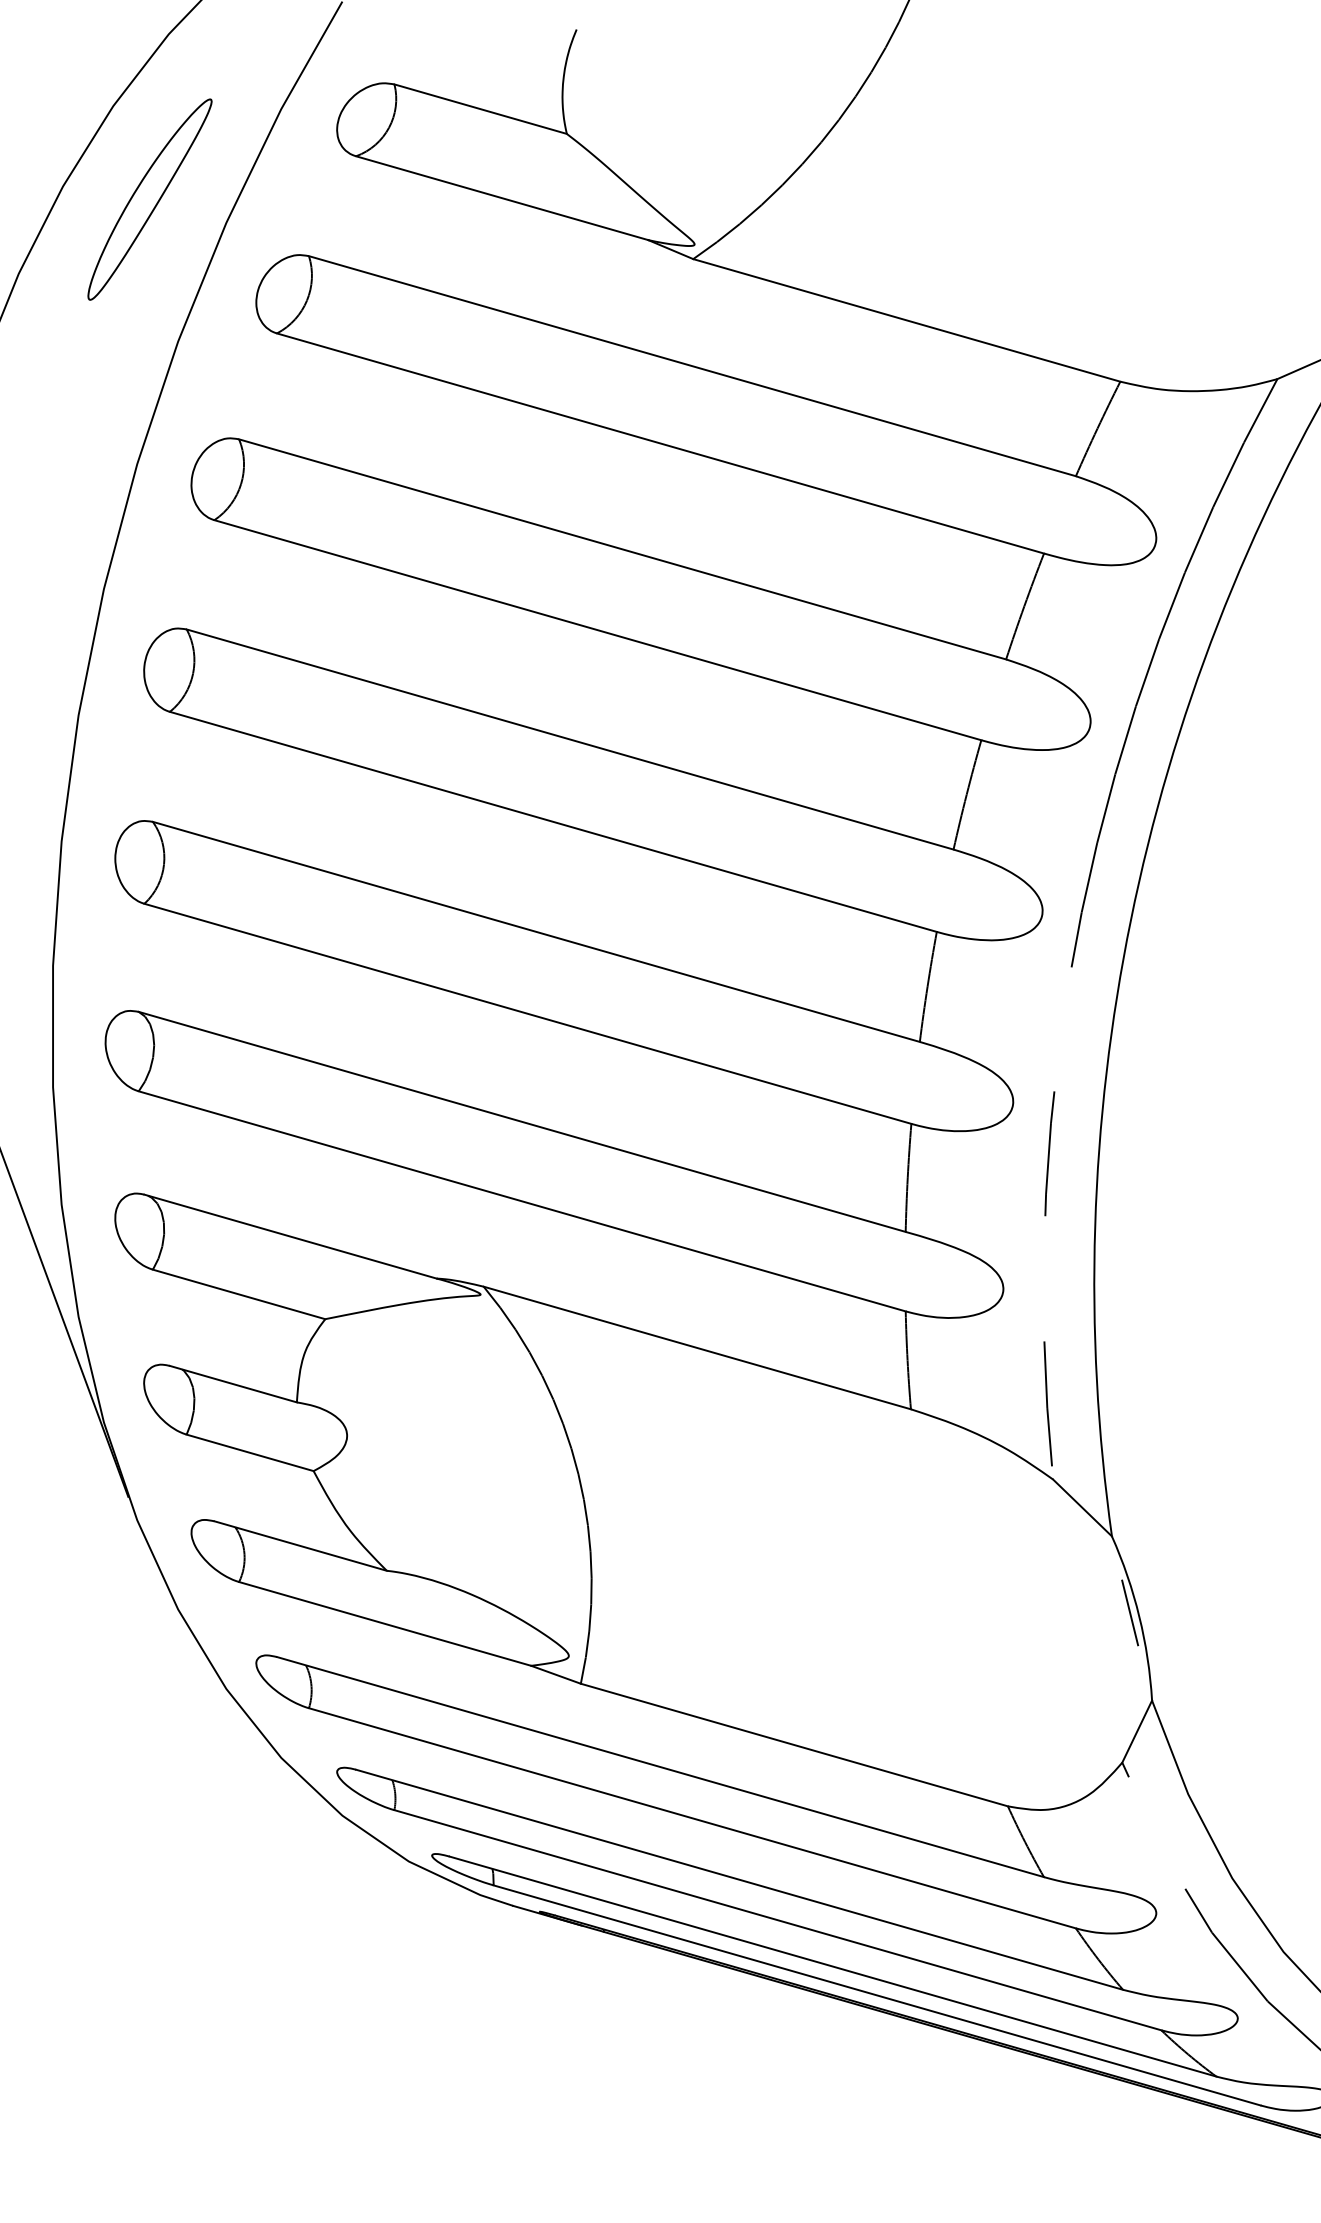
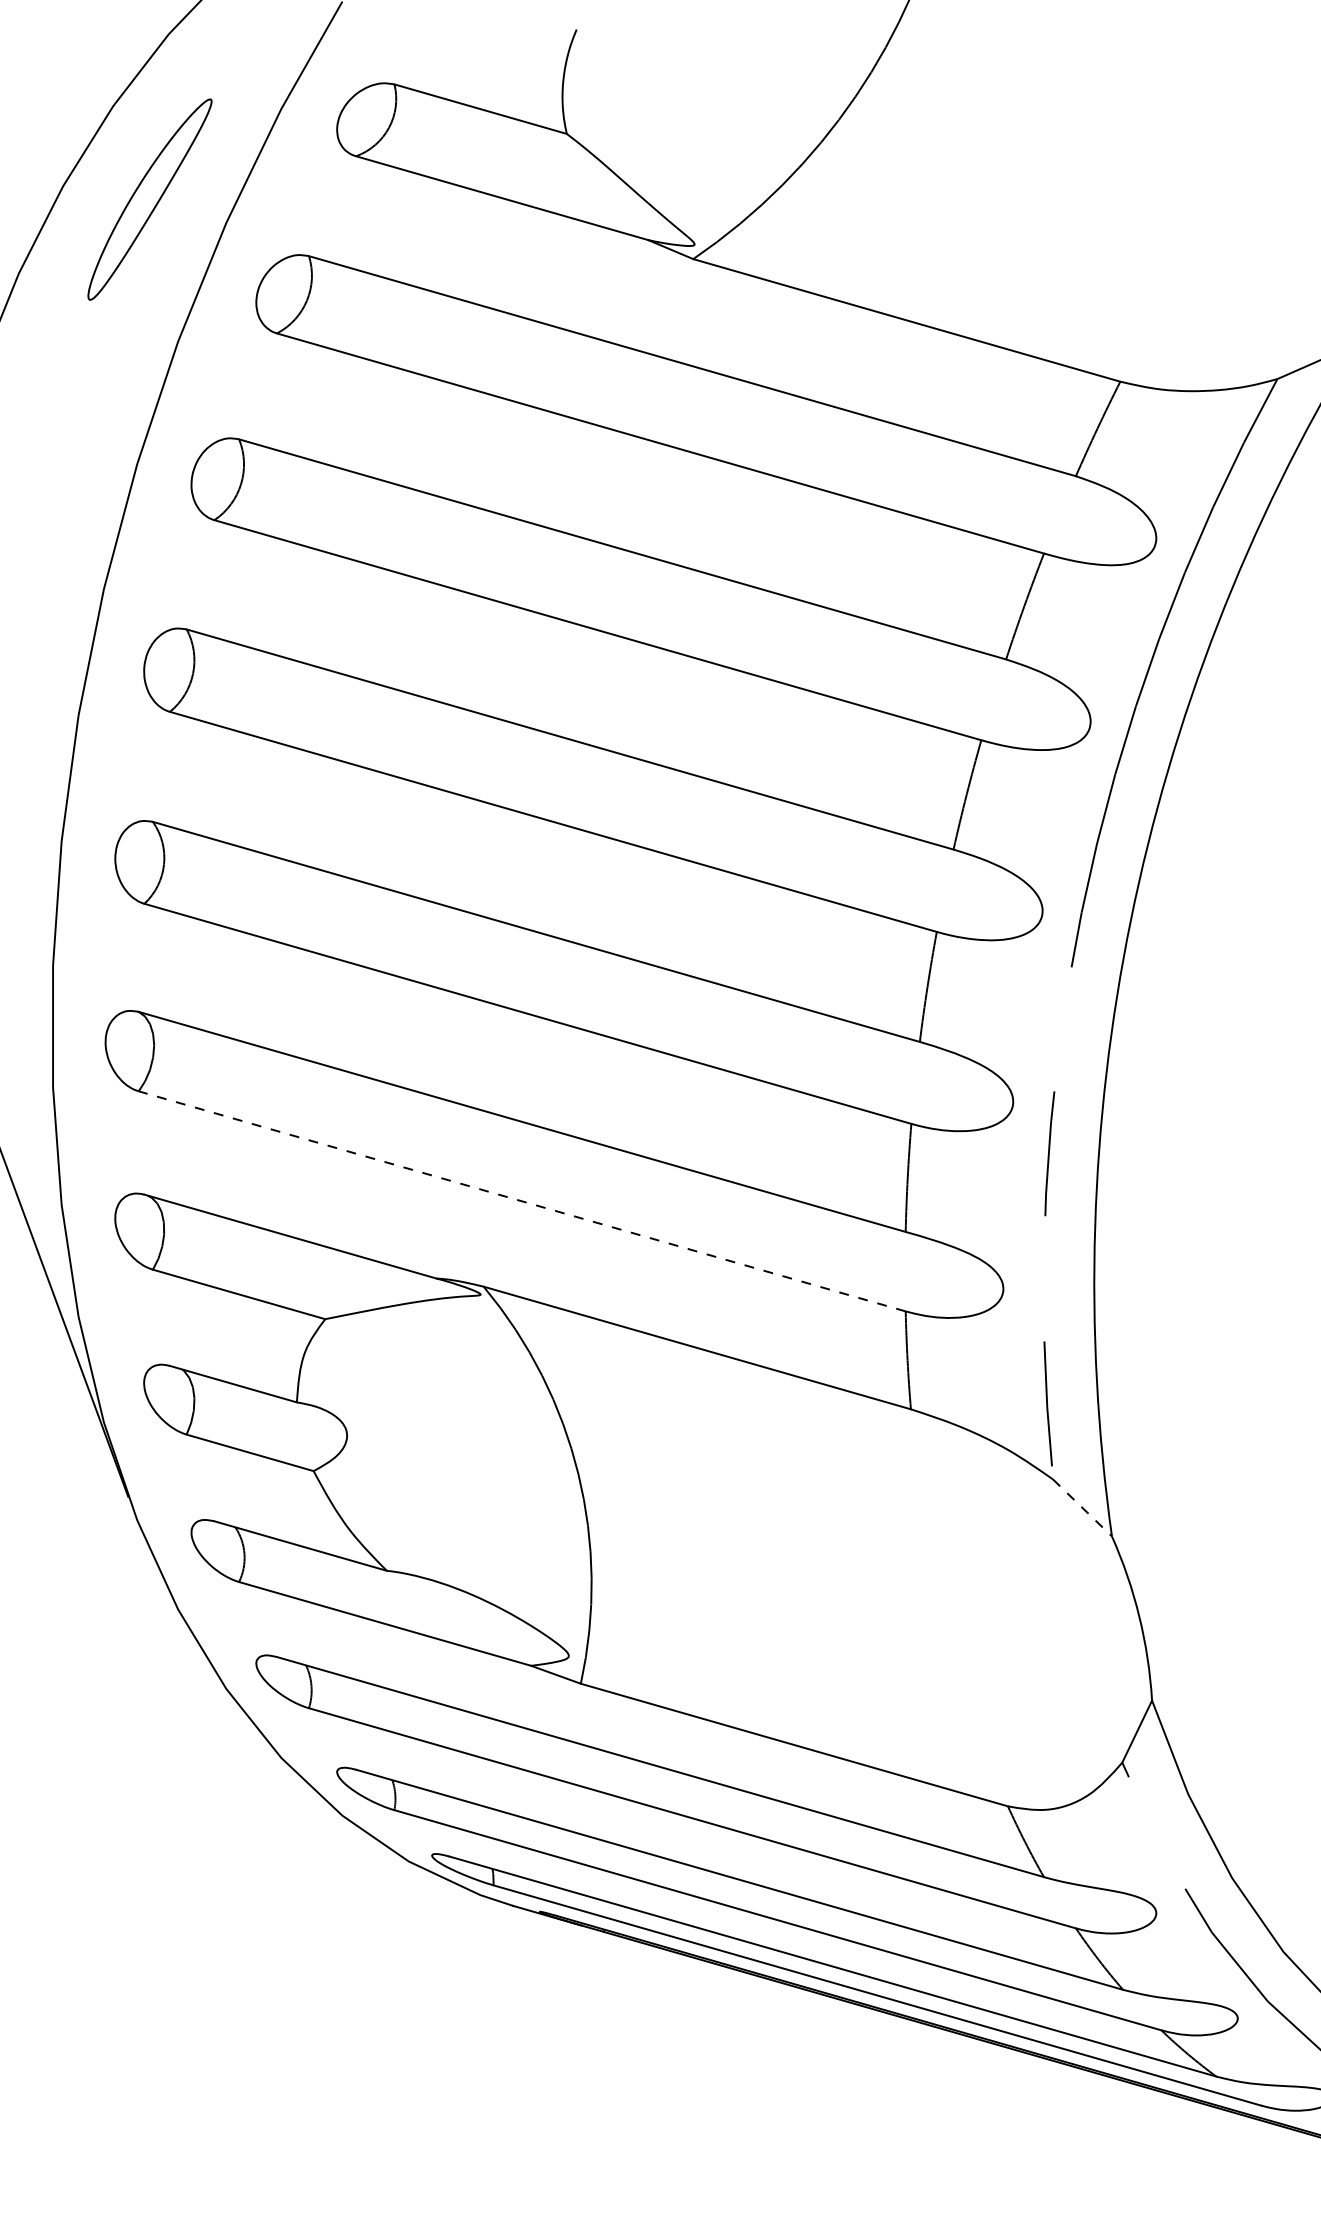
line at (522, 1201): solid -> dashed
line at (1082, 1507): solid -> dashed
line at (1130, 1612): present -> none
